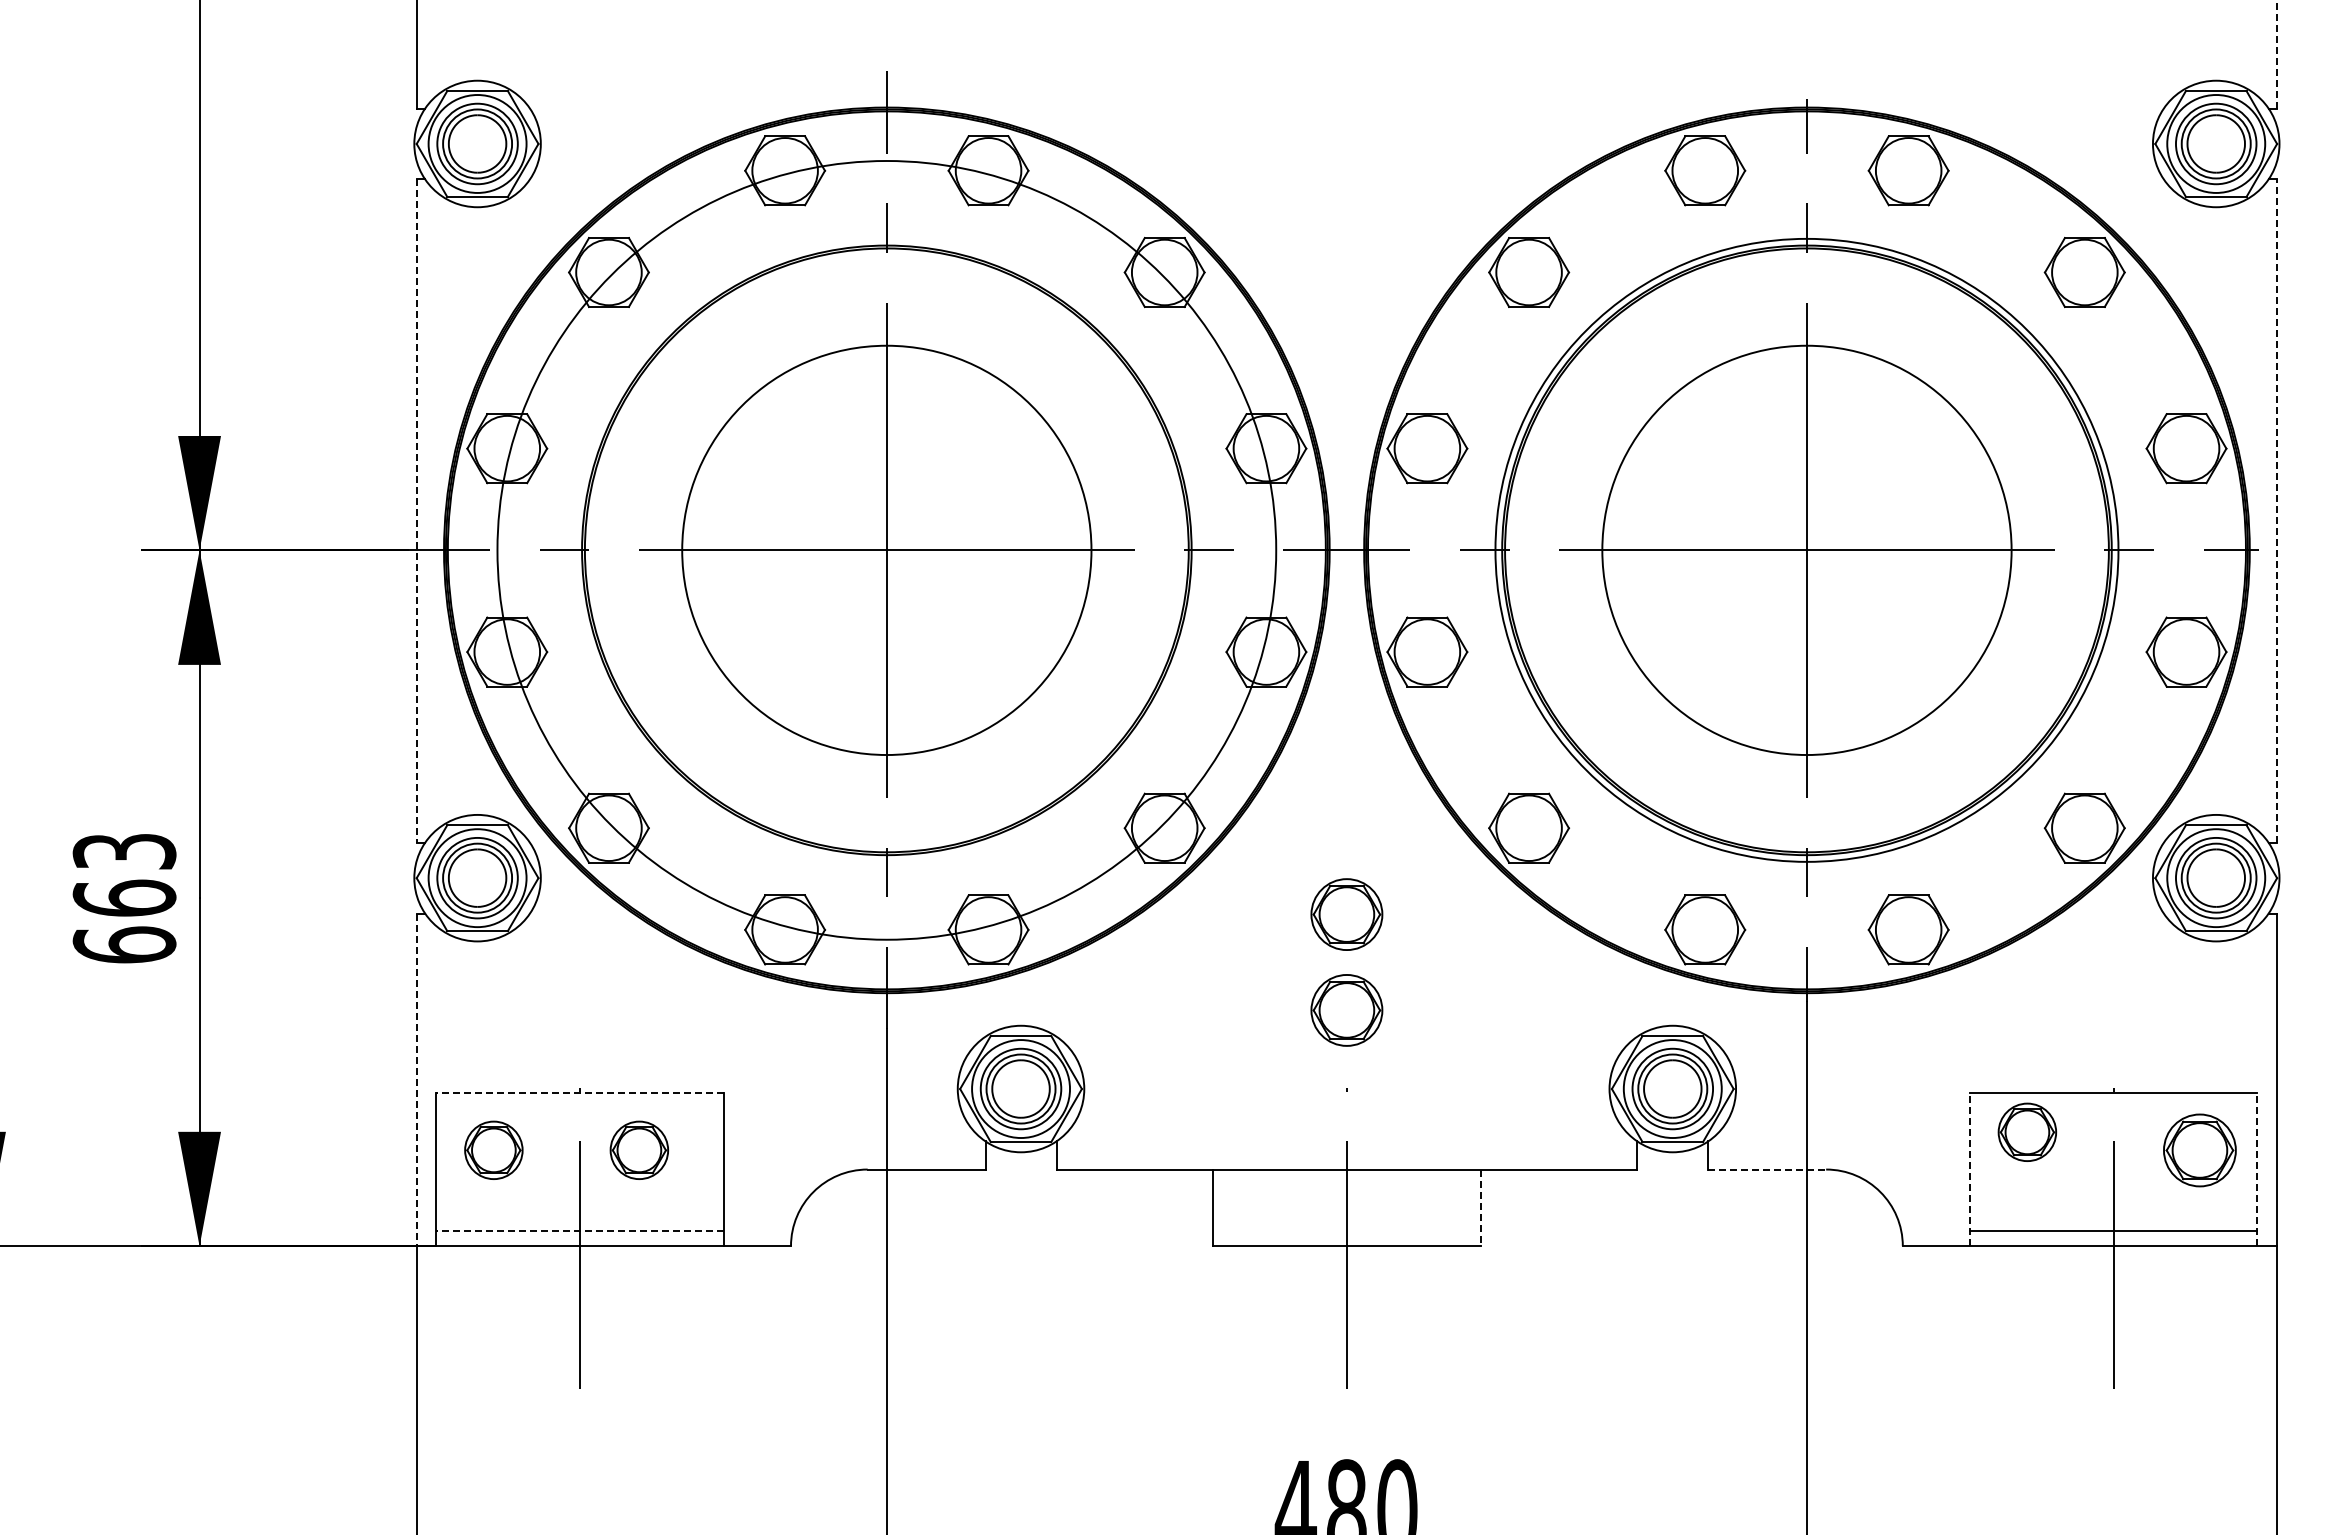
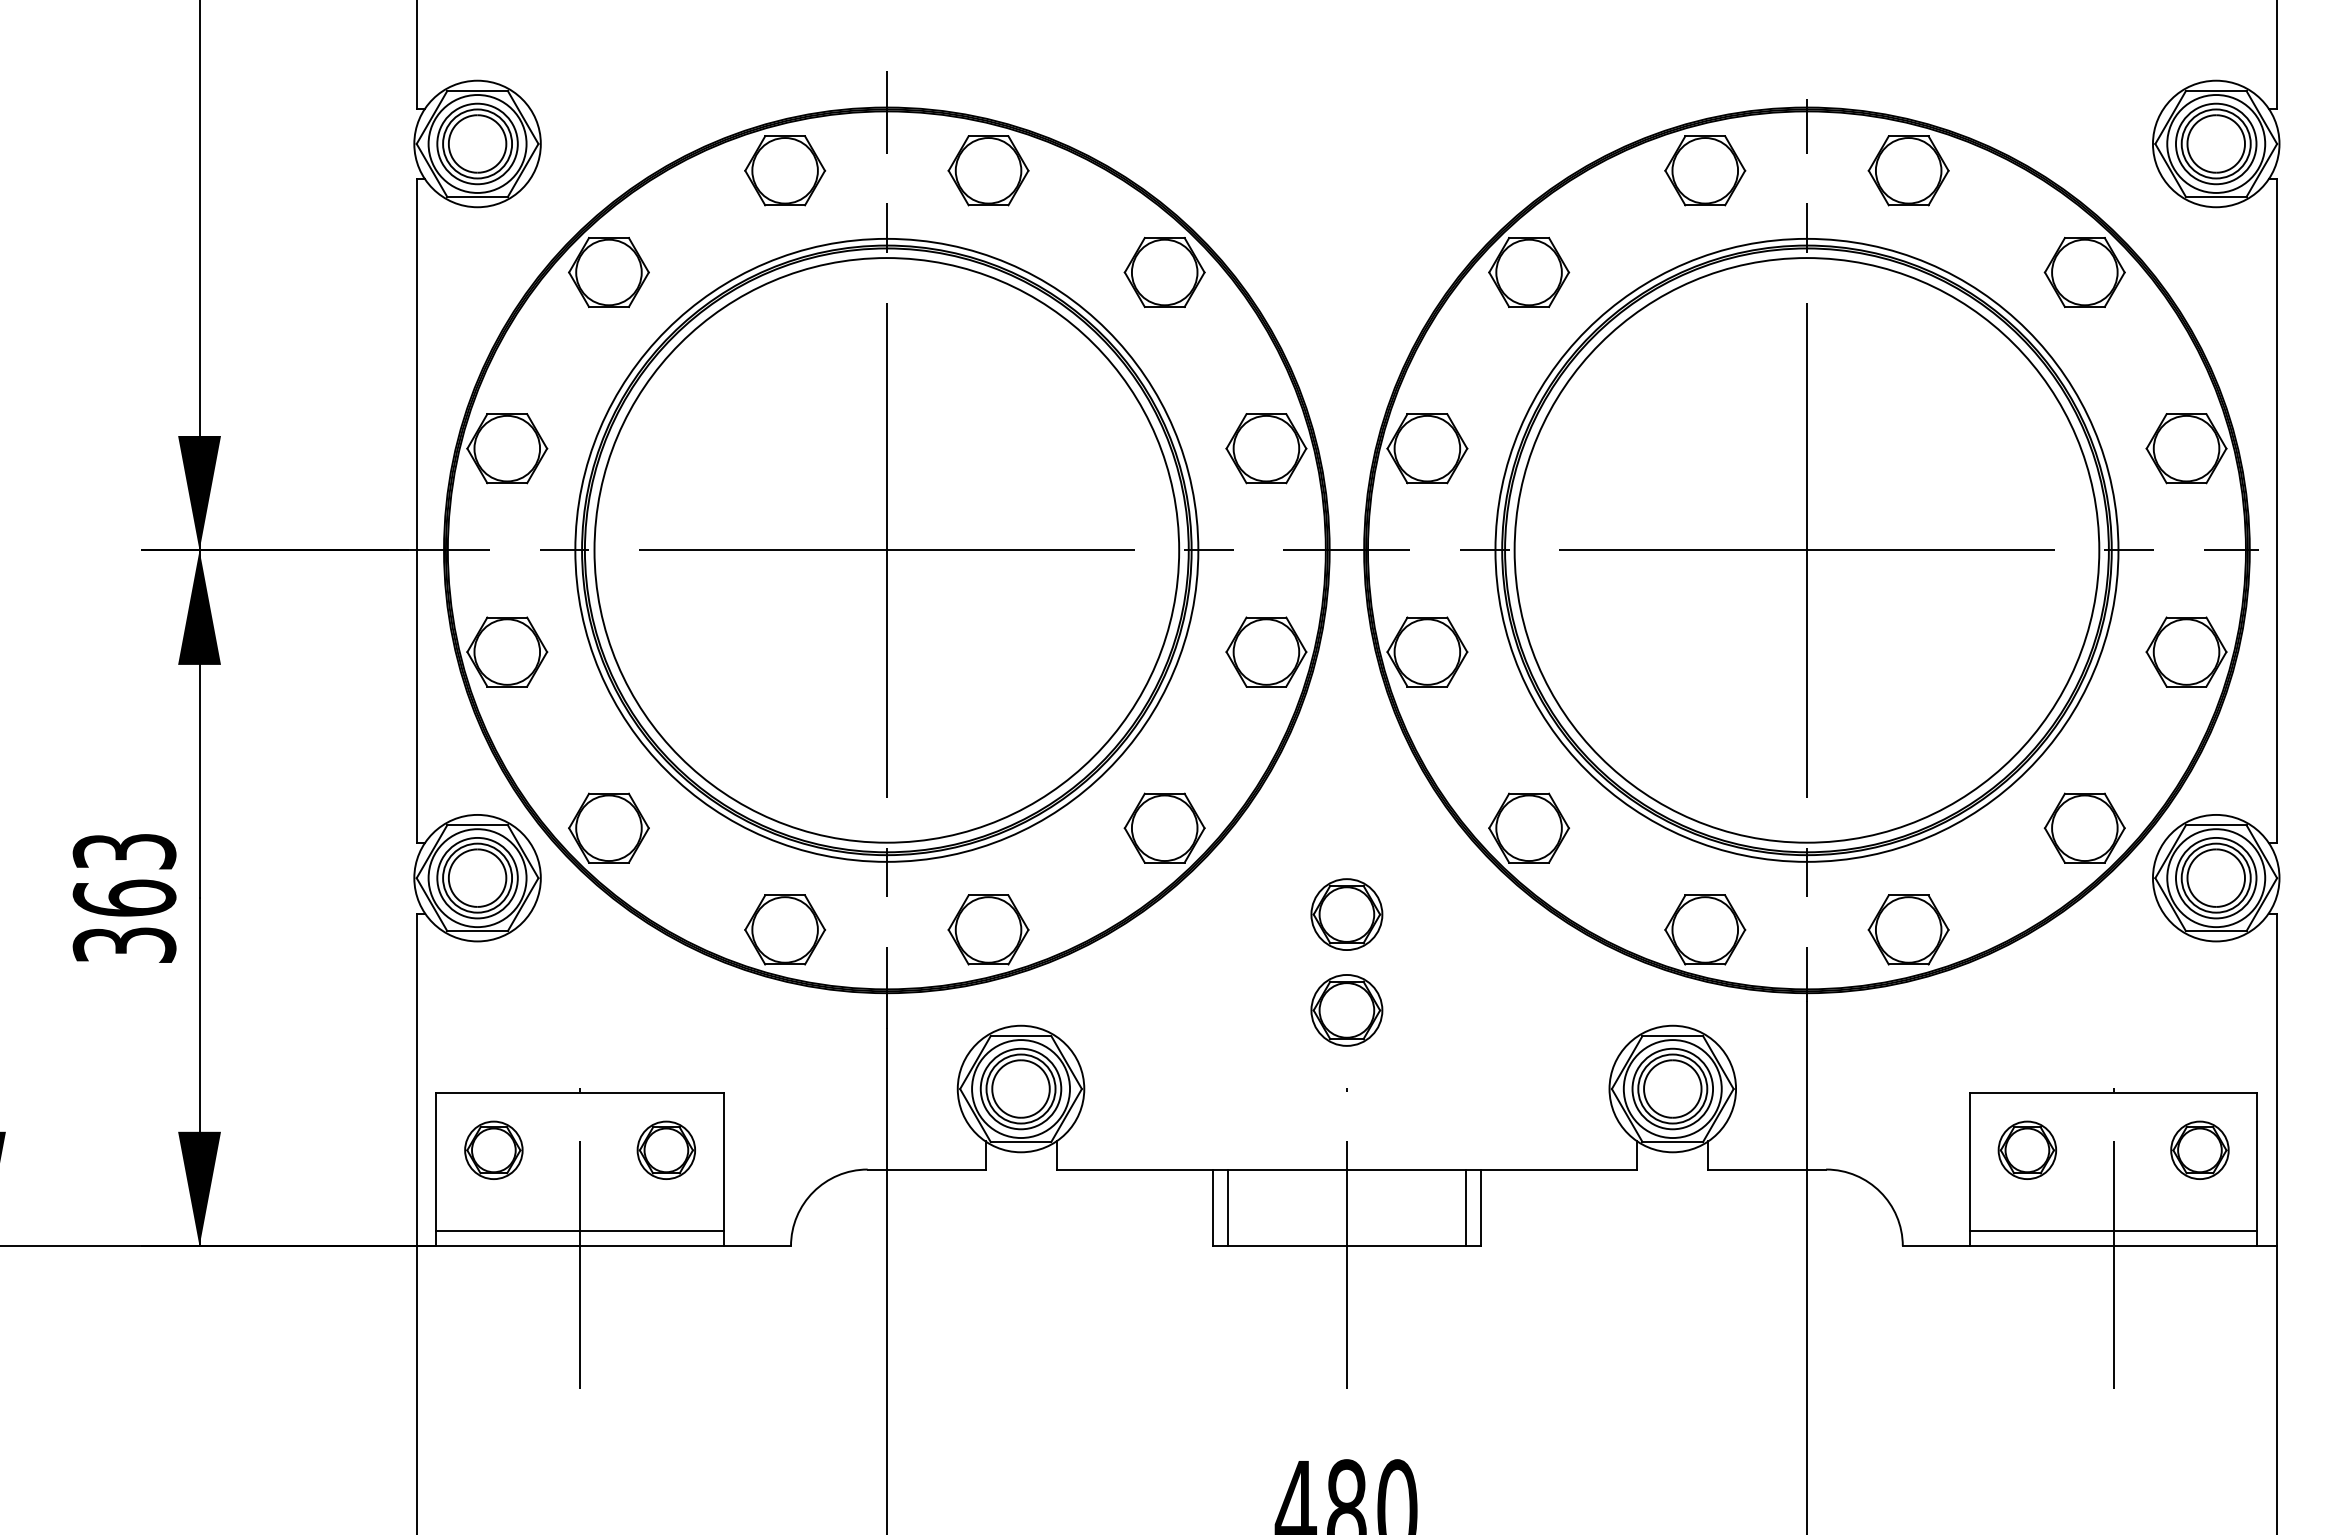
line at (2276, 54): dashed -> solid
line at (417, 511): dashed -> solid
line at (2276, 511): dashed -> solid
circle at (886, 550) diameter: 409 px -> 585 px
circle at (886, 550) diameter: 779 px -> 623 px
circle at (1806, 550) diameter: 409 px -> 585 px
text at (124, 944): 663 -> 363
line at (417, 1080): dashed -> solid
line at (580, 1092): dashed -> solid
part at (2027, 1131) position: (2027, 1131) -> (2027, 1149)
part at (638, 1149) position: (638, 1149) -> (665, 1149)
part at (2199, 1150) size: 74x75 px -> 60x60 px
line at (1767, 1169): dashed -> solid
line at (1969, 1169): dashed -> solid
line at (2257, 1169): dashed -> solid
line at (1228, 1207): none -> present
line at (1465, 1207): none -> present
line at (1481, 1208): dashed -> solid
line at (580, 1230): dashed -> solid
